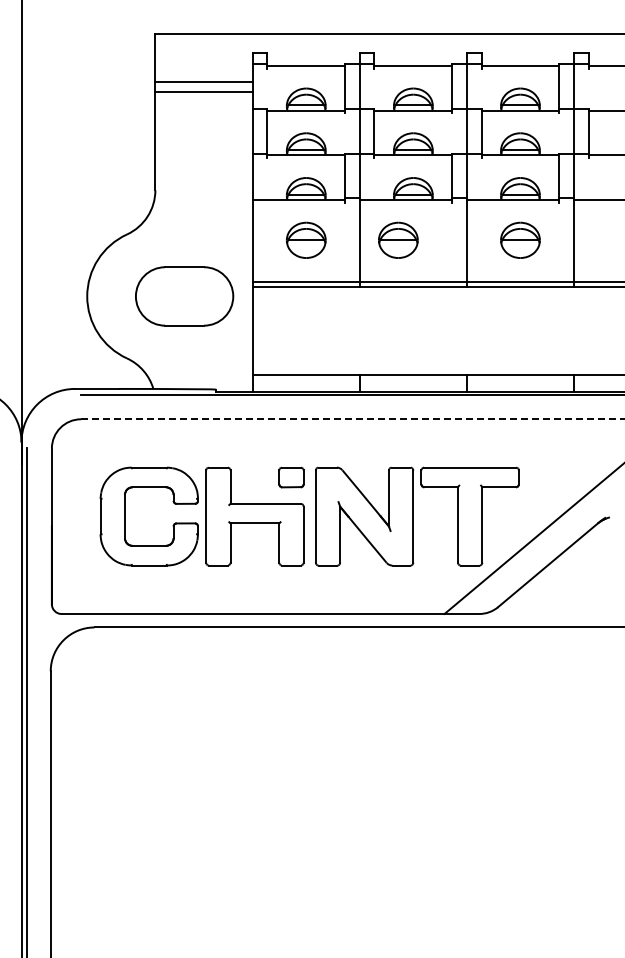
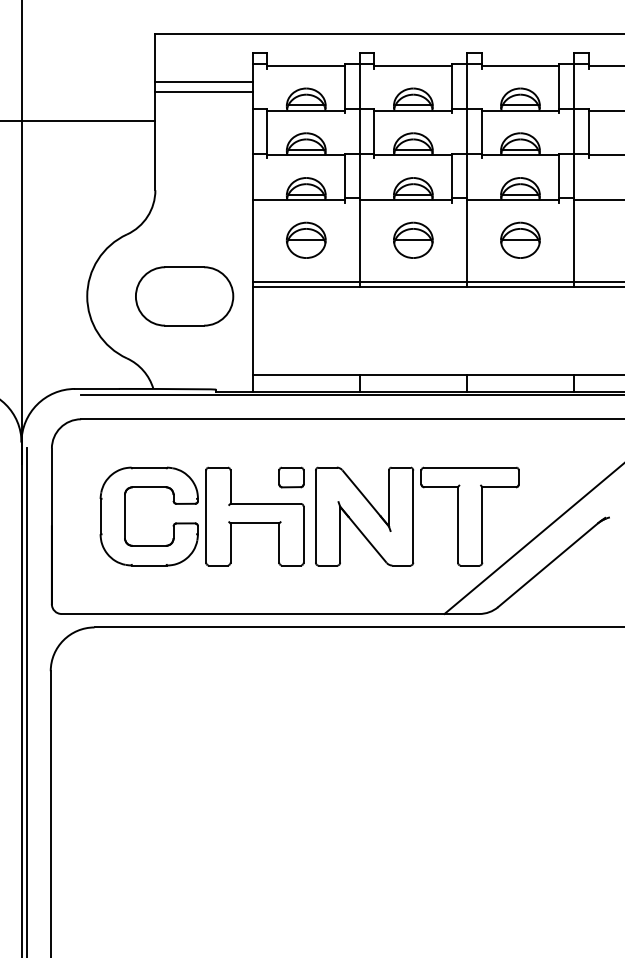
line at (78, 121): none -> present
part at (398, 239) position: (398, 239) -> (413, 239)
line at (353, 419): dashed -> solid
